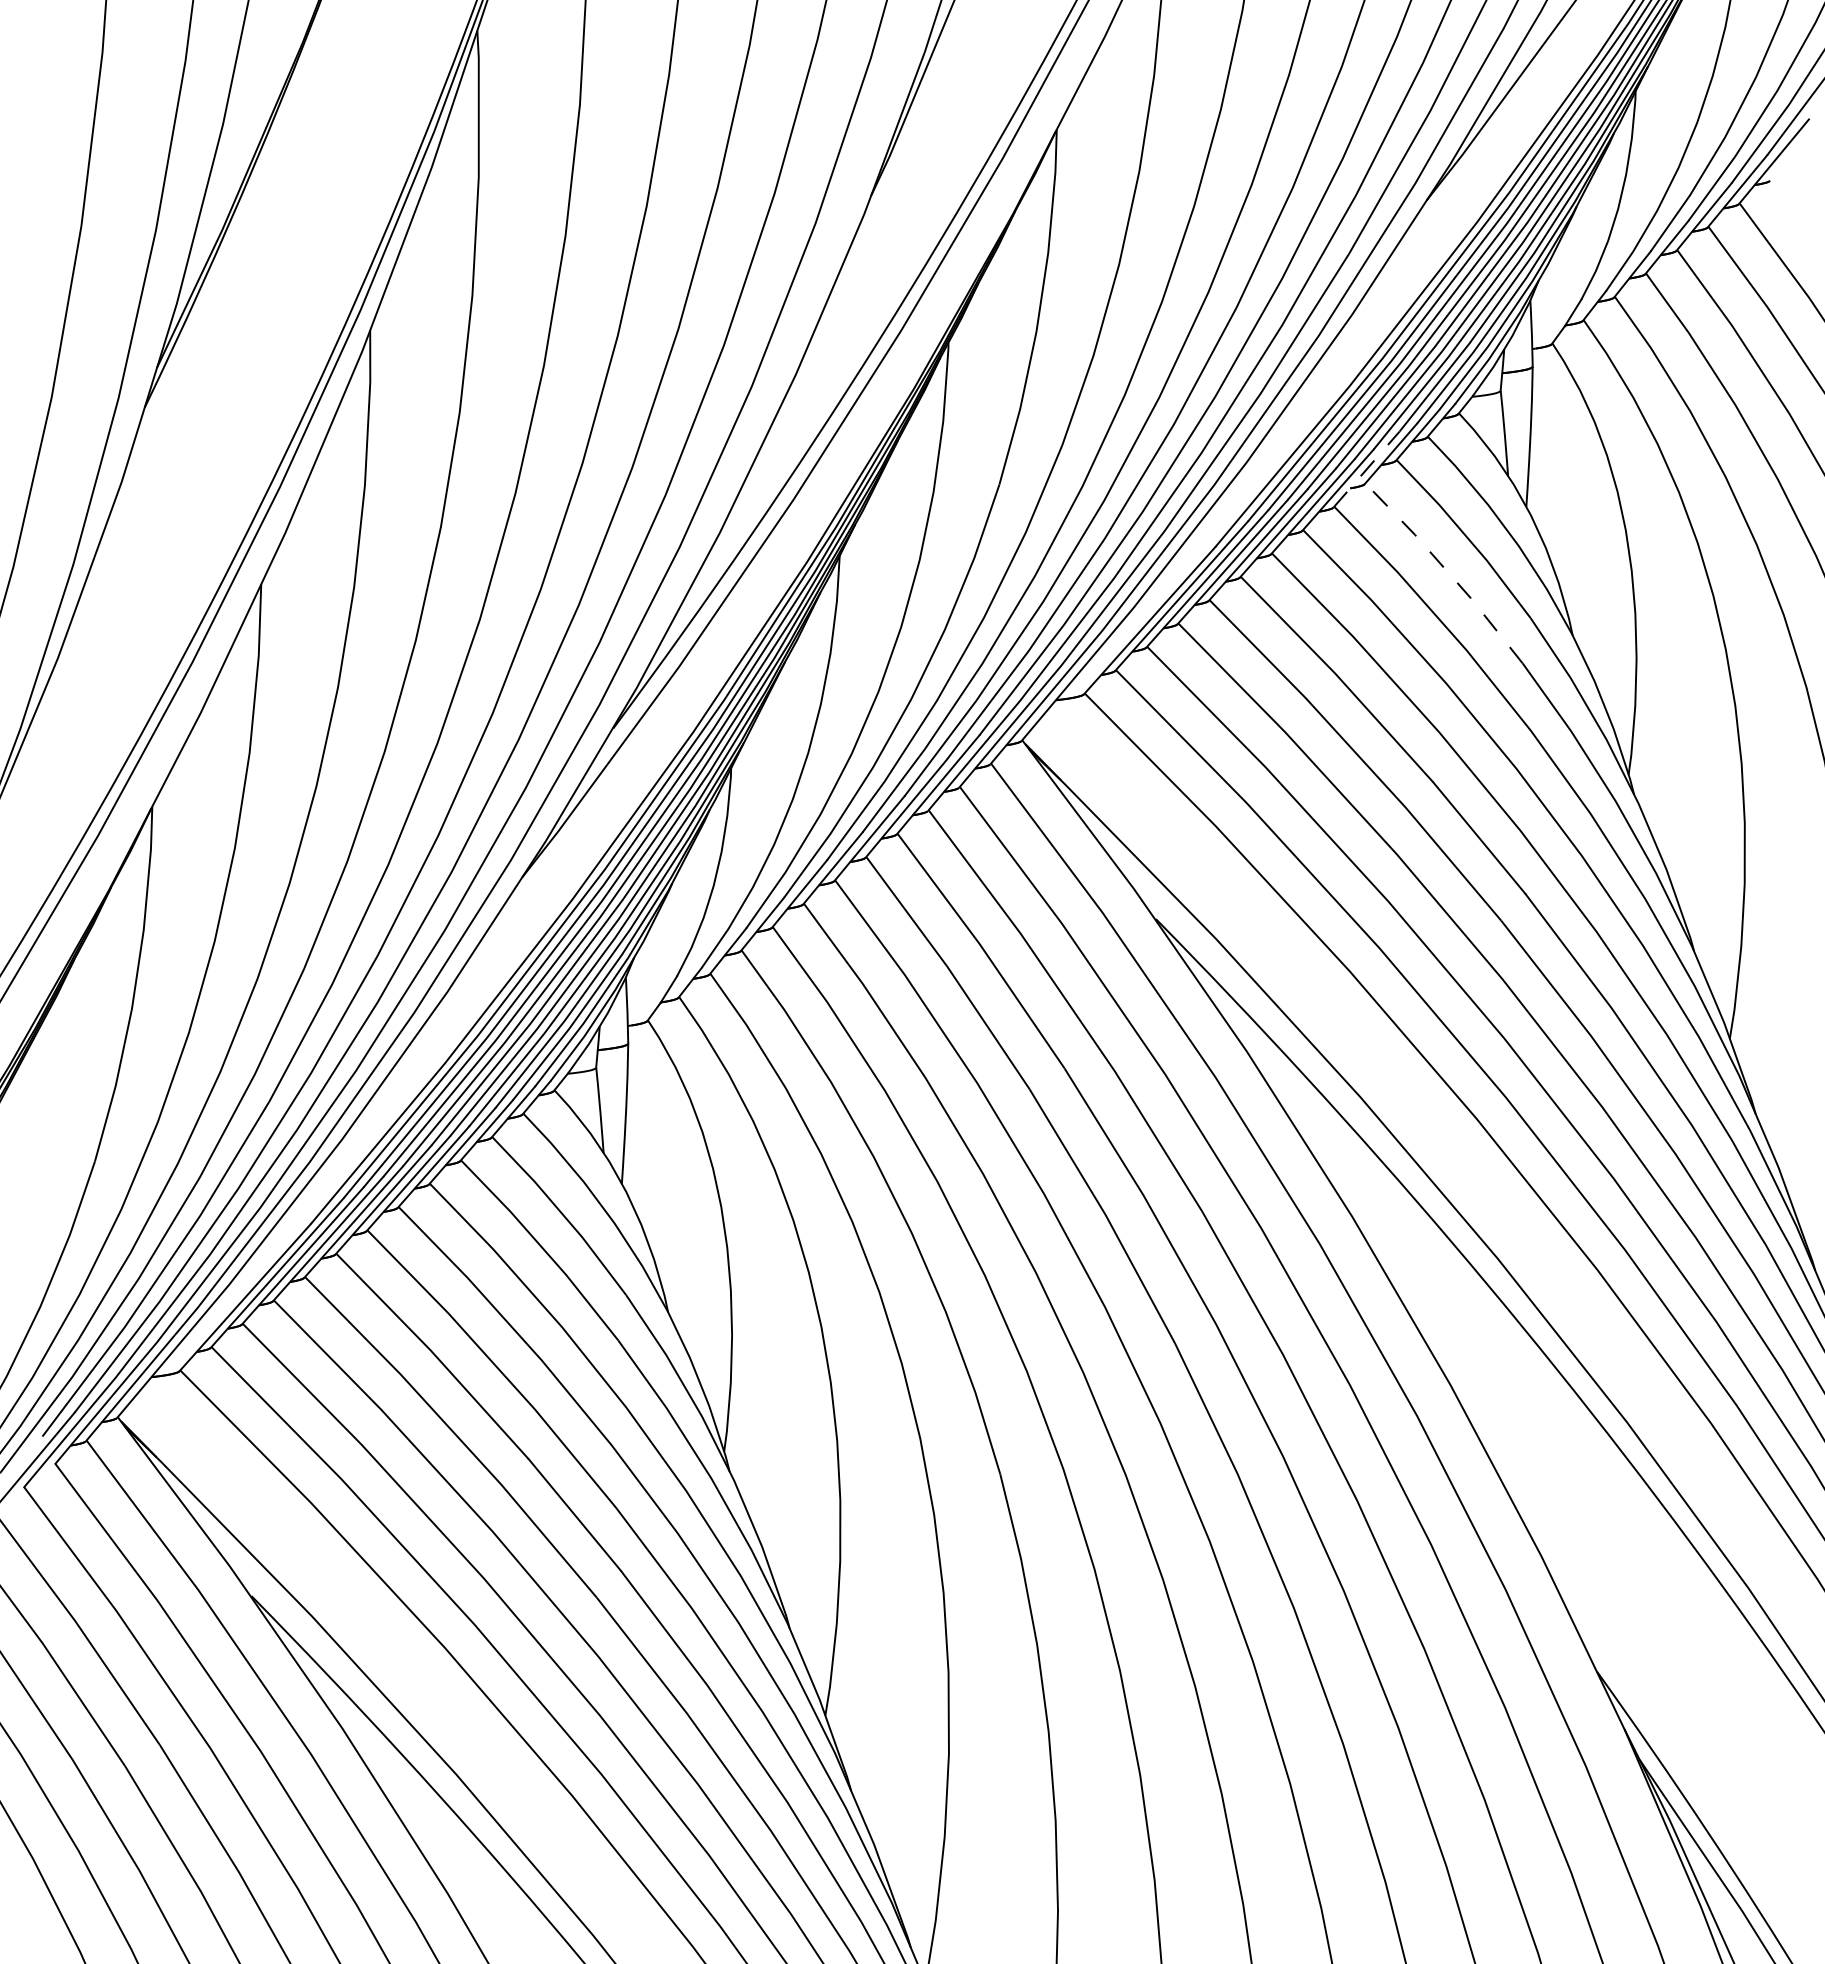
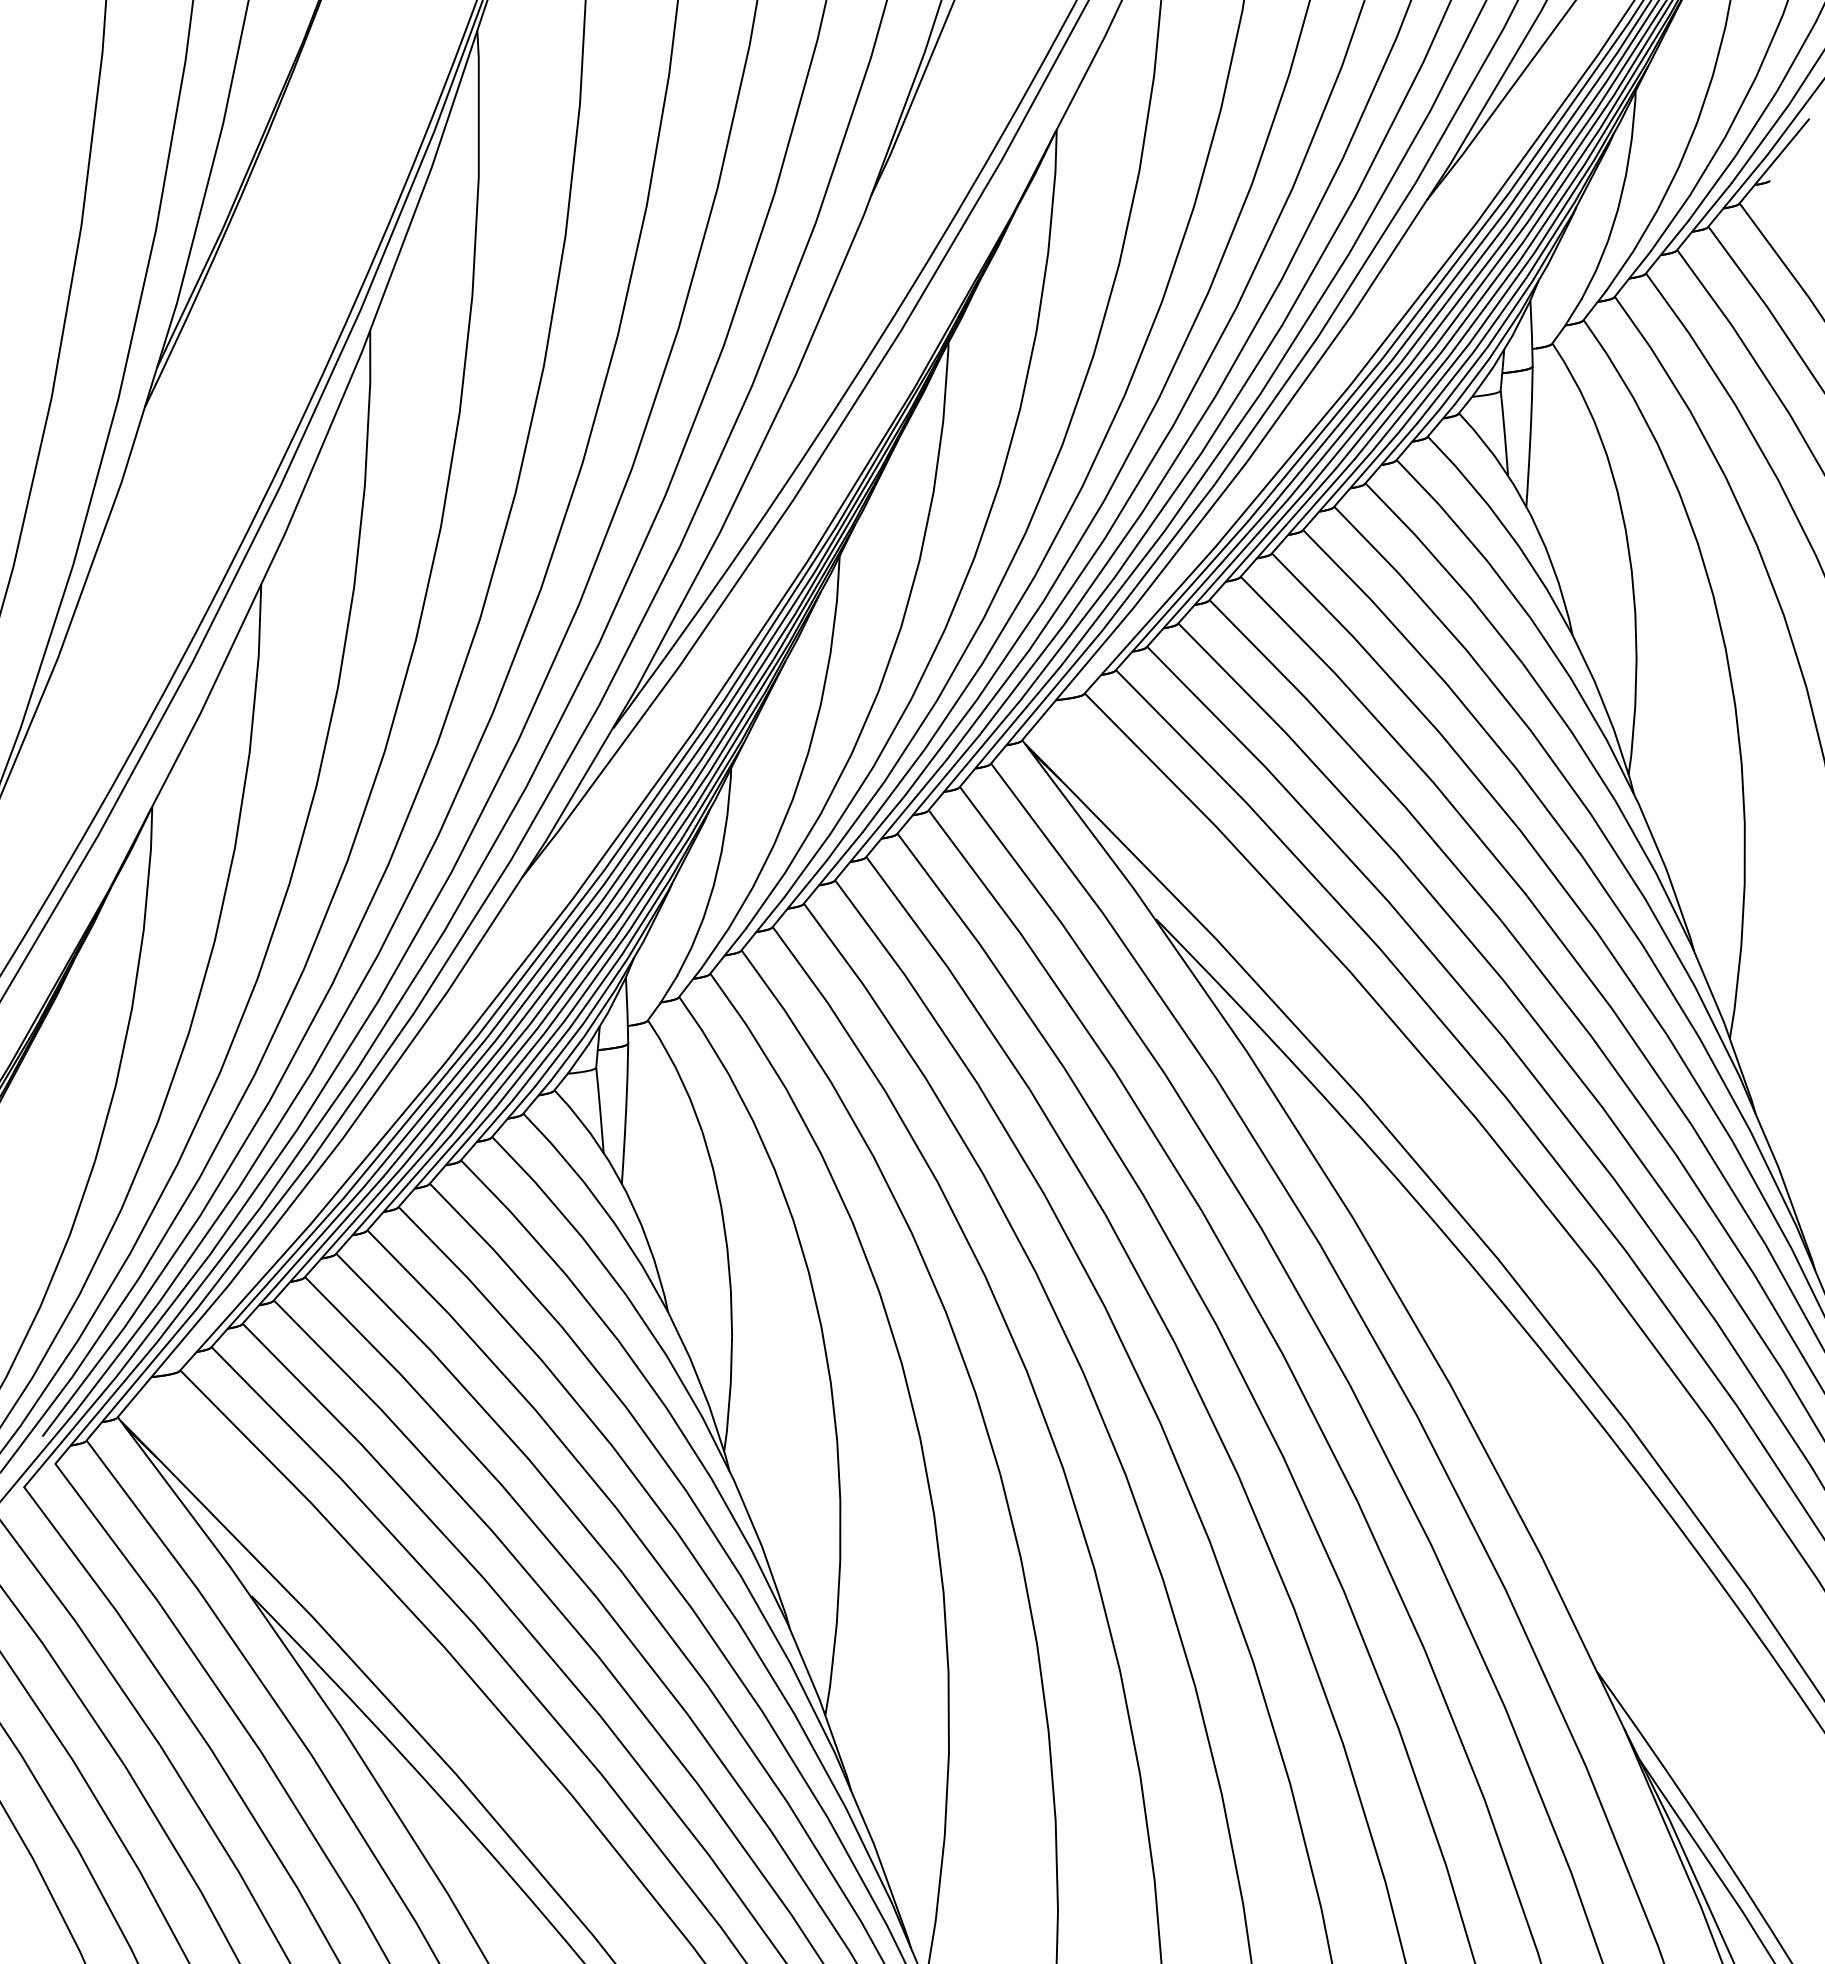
line at (1366, 469): dashed -> solid
line at (1446, 570): dashed -> solid
